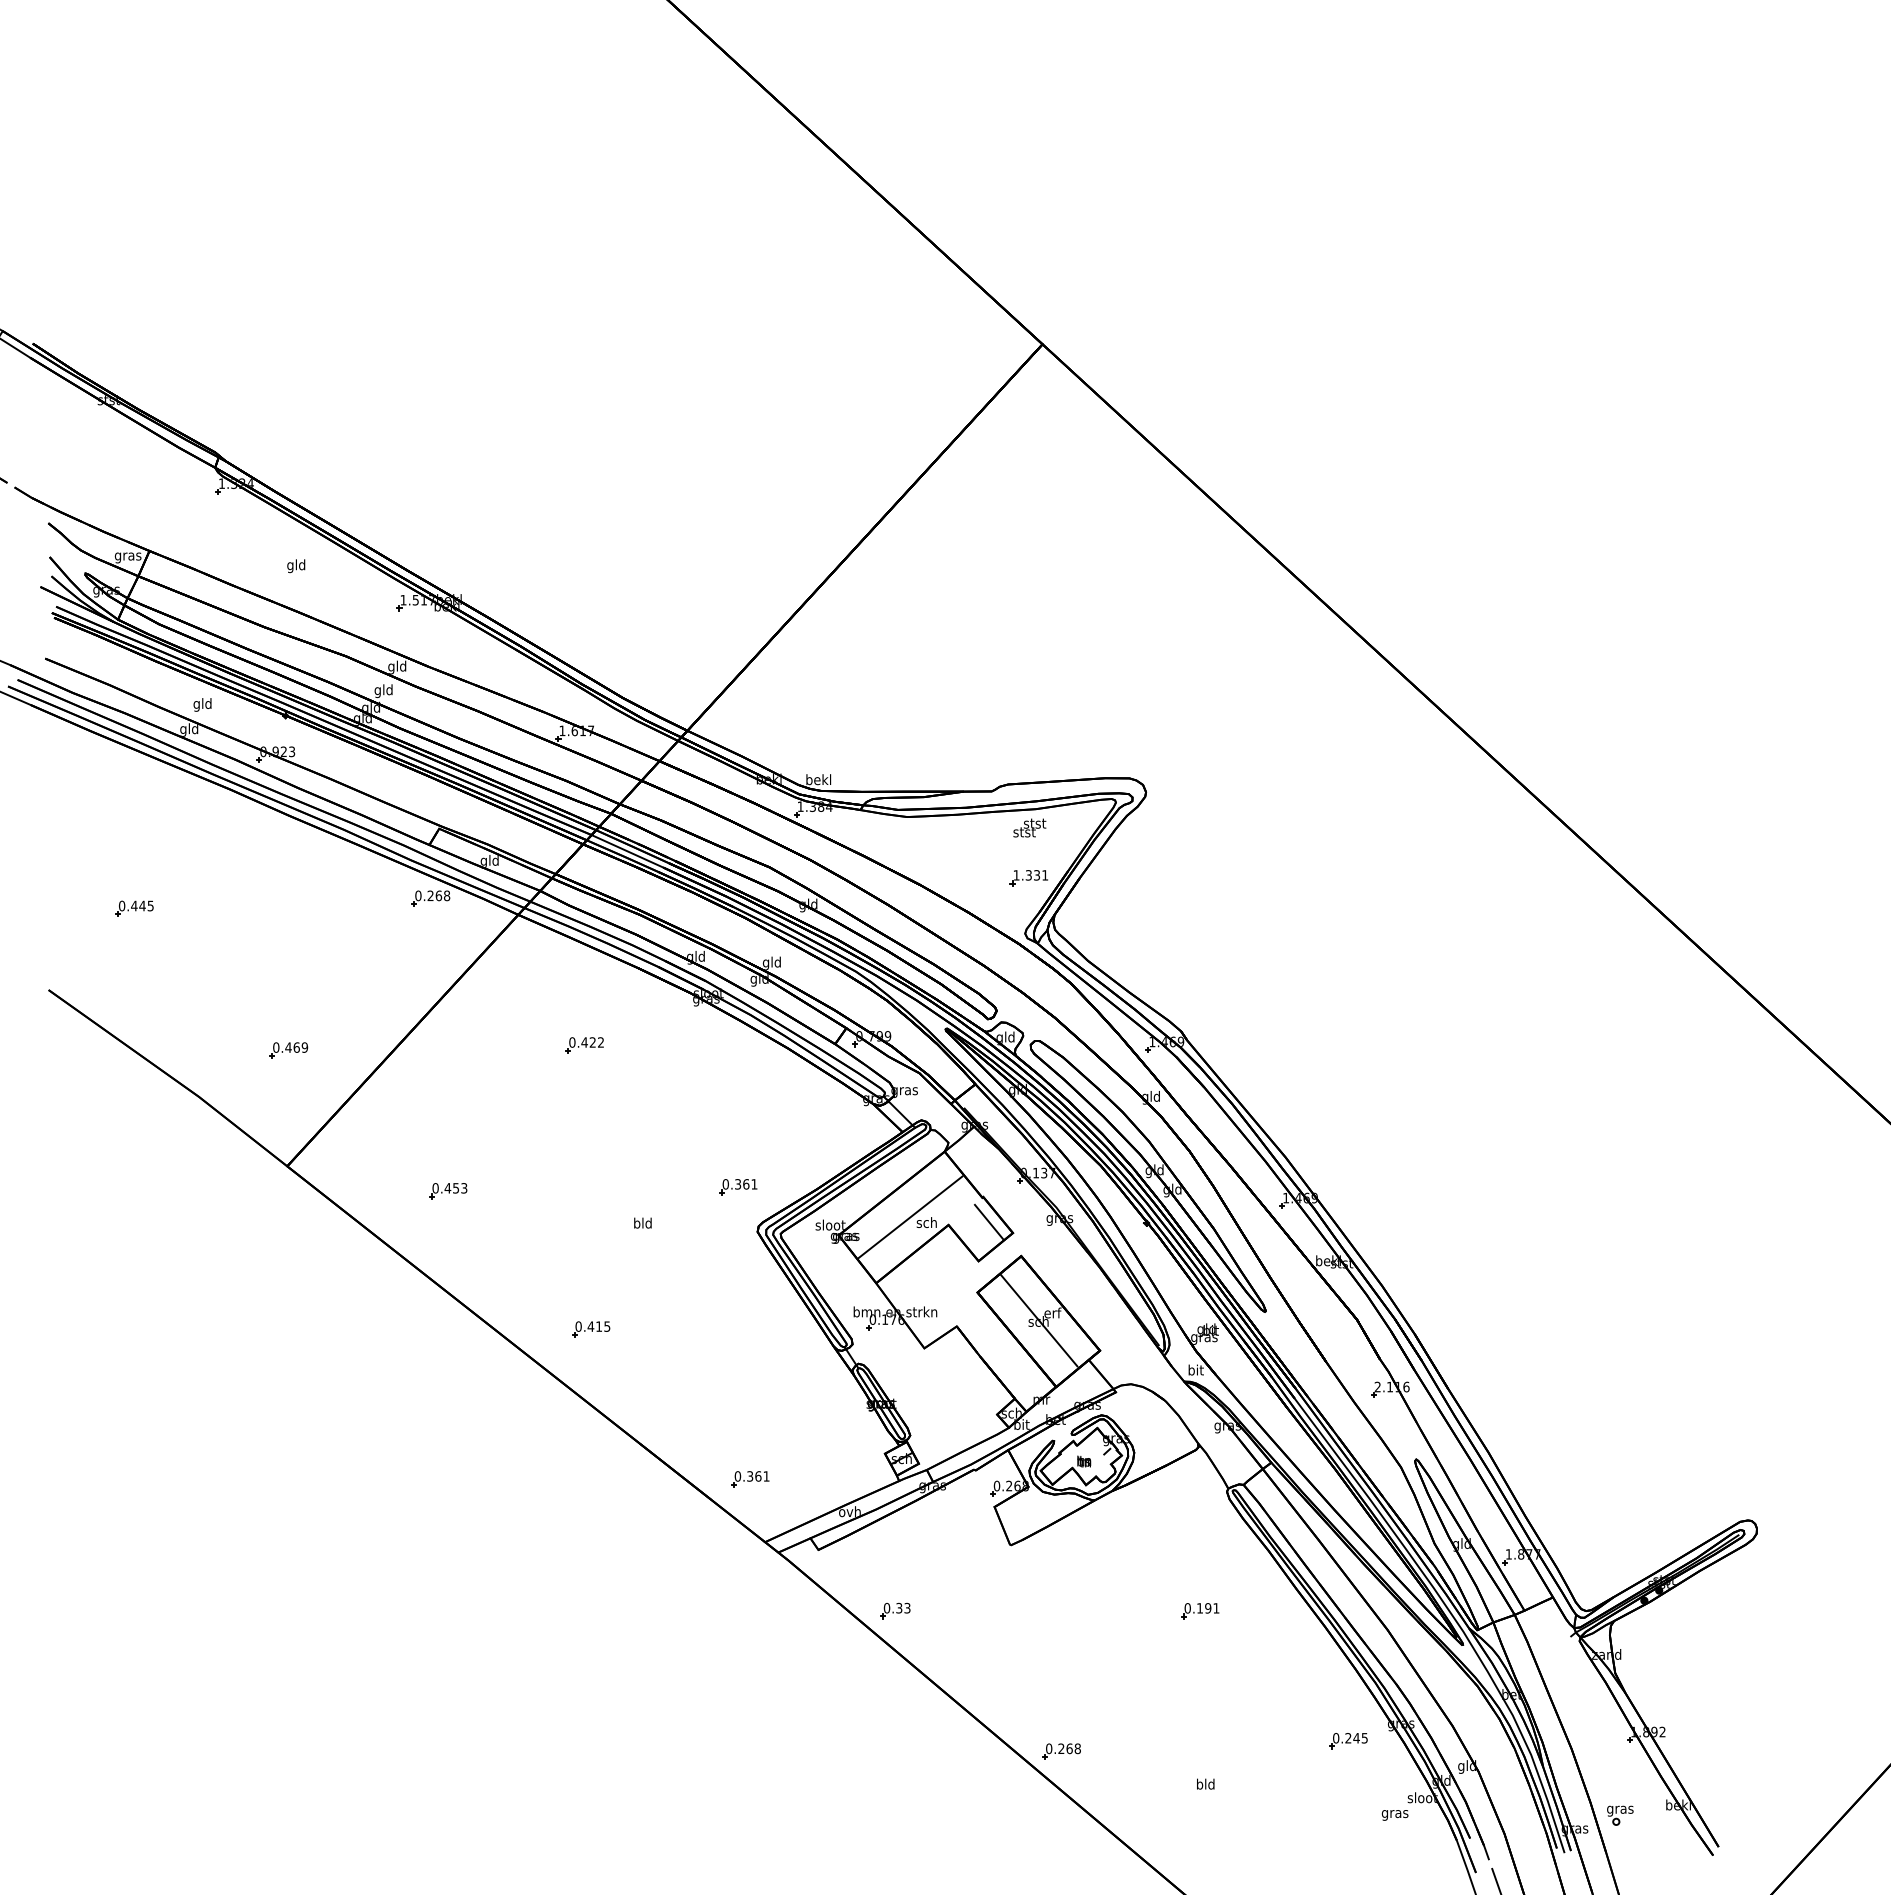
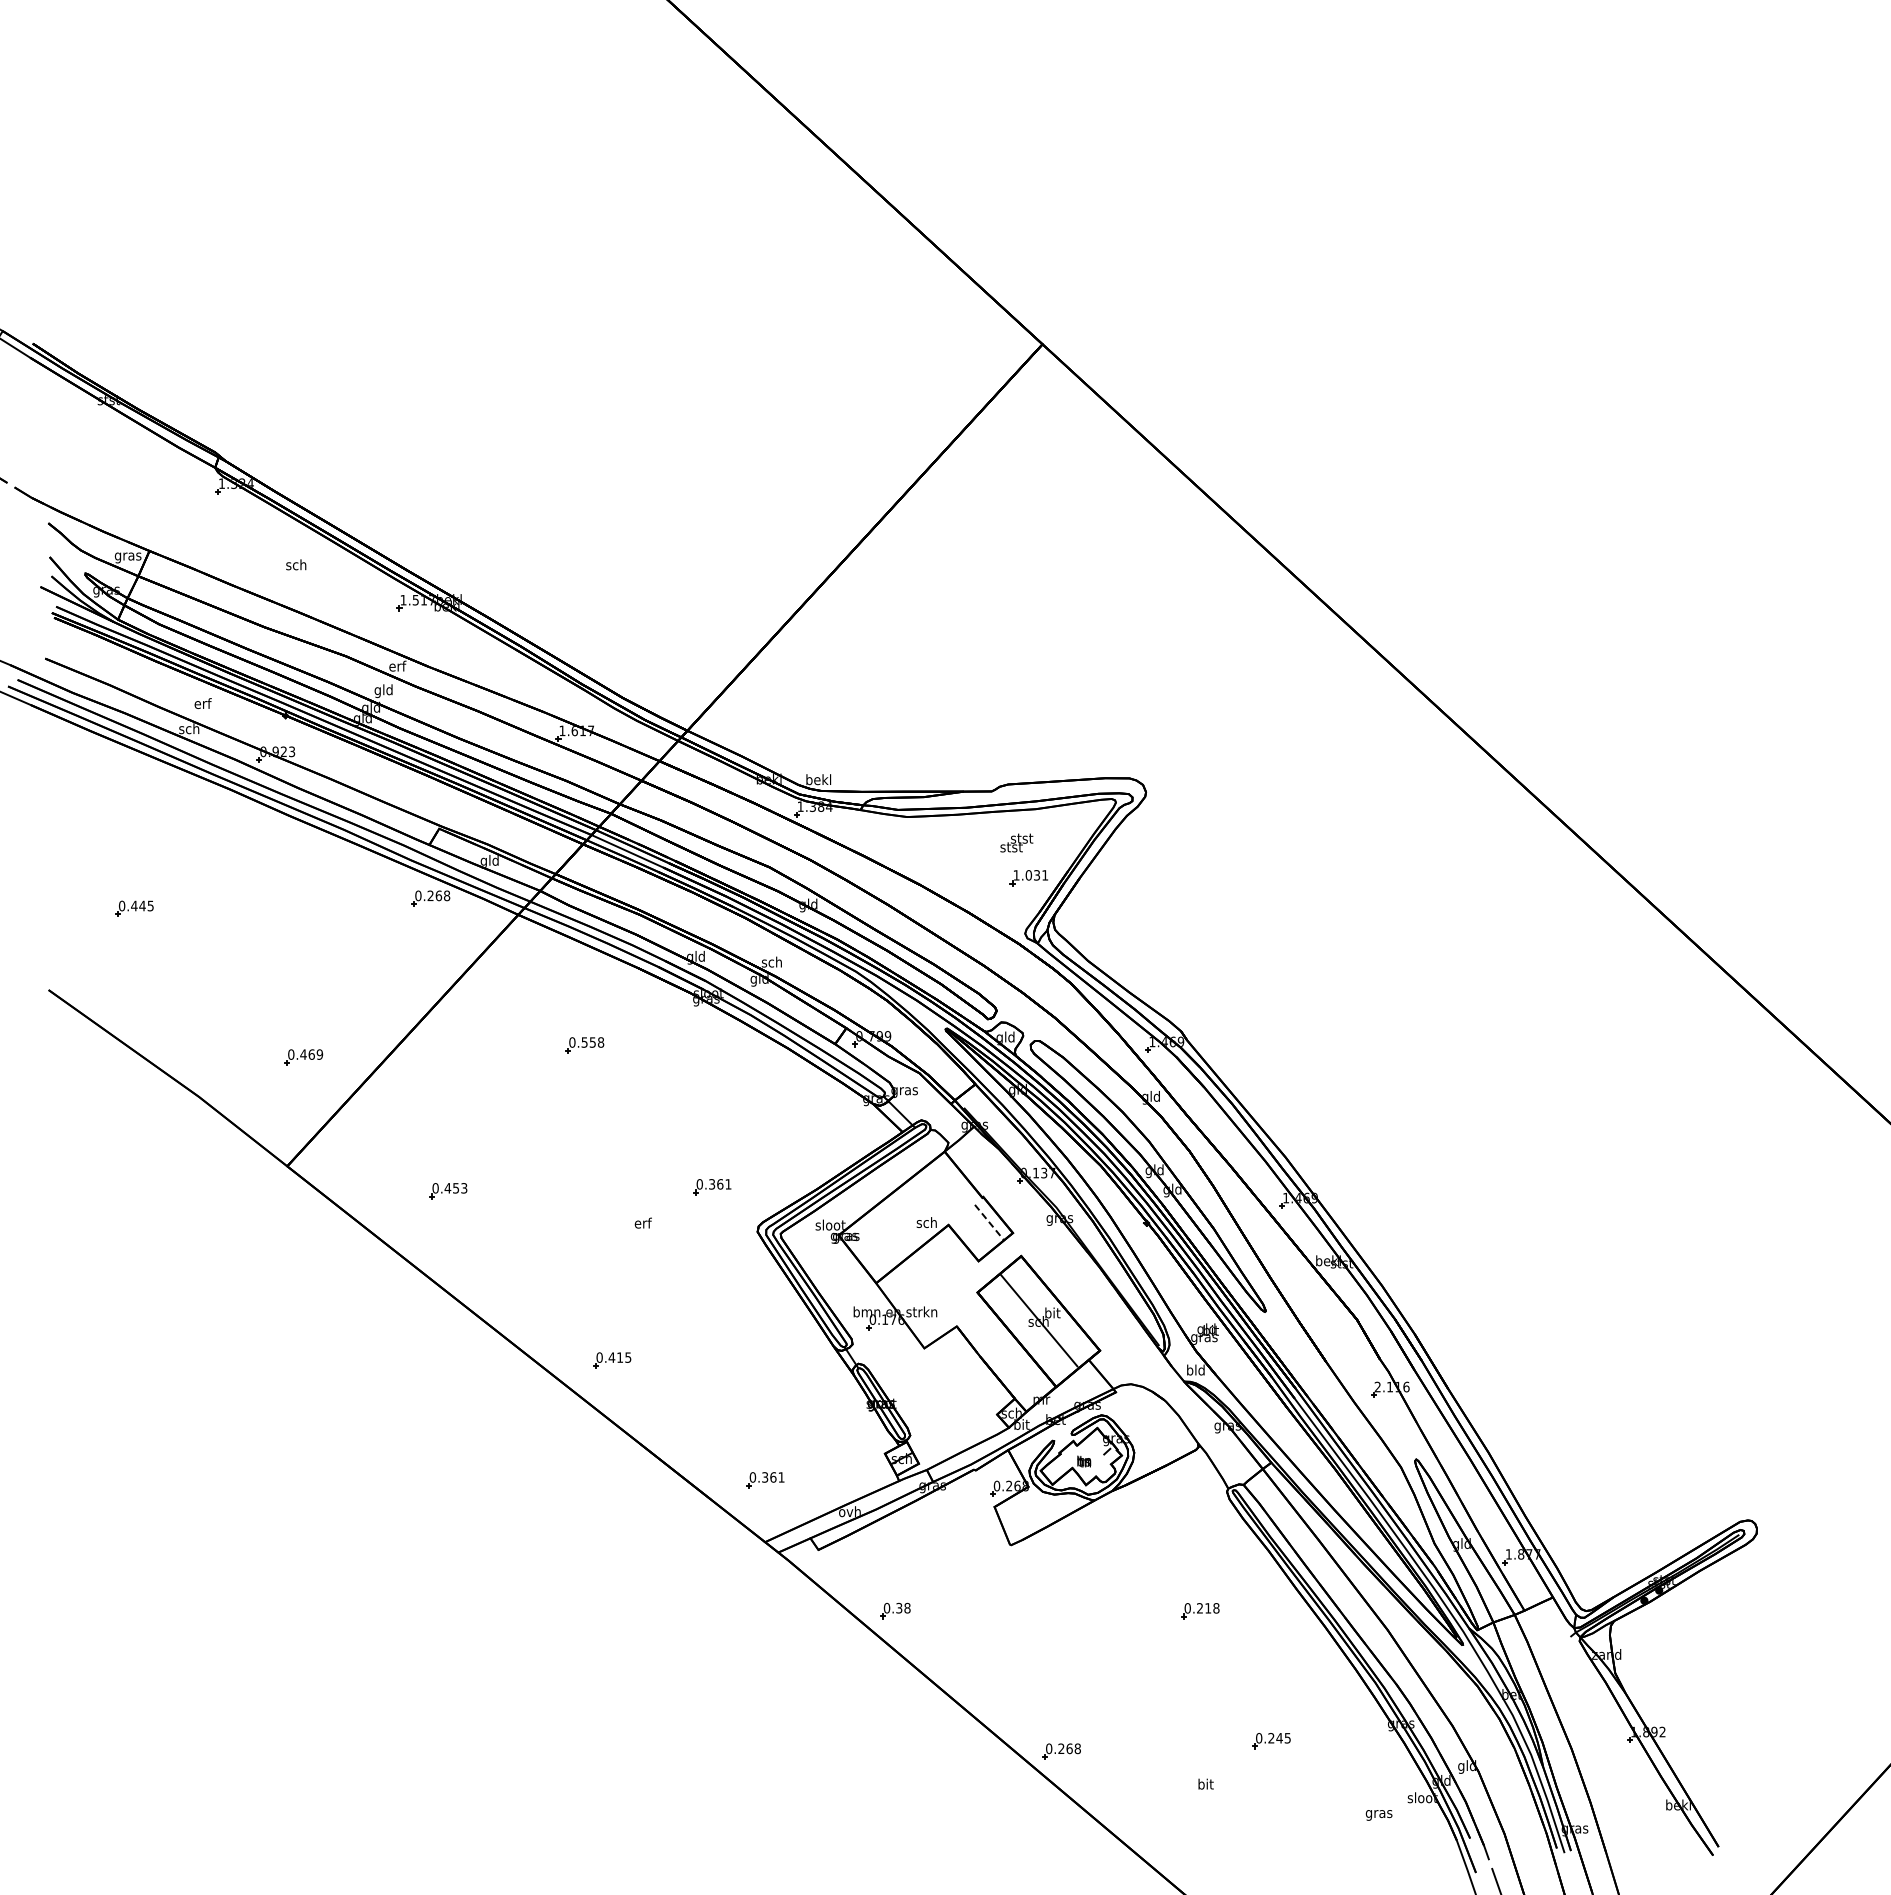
text at (296, 566): gld -> sch
text at (397, 667): gld -> erf
text at (202, 704): gld -> erf
text at (189, 729): gld -> sch
text at (1029, 827) position: (1029, 827) -> (1016, 842)
text at (1028, 875): 1.331 -> 1.031
text at (771, 962): gld -> sch
text at (592, 1042): 0.422 -> 0.558
part at (288, 1050) position: (288, 1050) -> (303, 1057)
part at (738, 1187) position: (738, 1187) -> (712, 1187)
line at (909, 1217): present -> none
text at (642, 1222): bld -> erf
line at (989, 1222): solid -> dashed
text at (1052, 1312): erf -> bit
part at (591, 1329) position: (591, 1329) -> (612, 1360)
text at (1195, 1369): bit -> bld
part at (750, 1479) position: (750, 1479) -> (765, 1480)
text at (907, 1608): 0.33 -> 0.38
text at (1208, 1608): 0.191 -> 0.218
part at (1348, 1741) position: (1348, 1741) -> (1271, 1741)
text at (1205, 1783): bld -> bit
text at (1394, 1815) position: (1394, 1815) -> (1378, 1815)
part at (1620, 1815): present -> none
